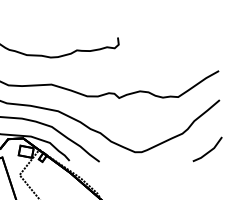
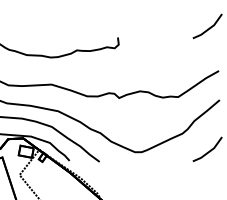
line at (207, 28): none -> present
